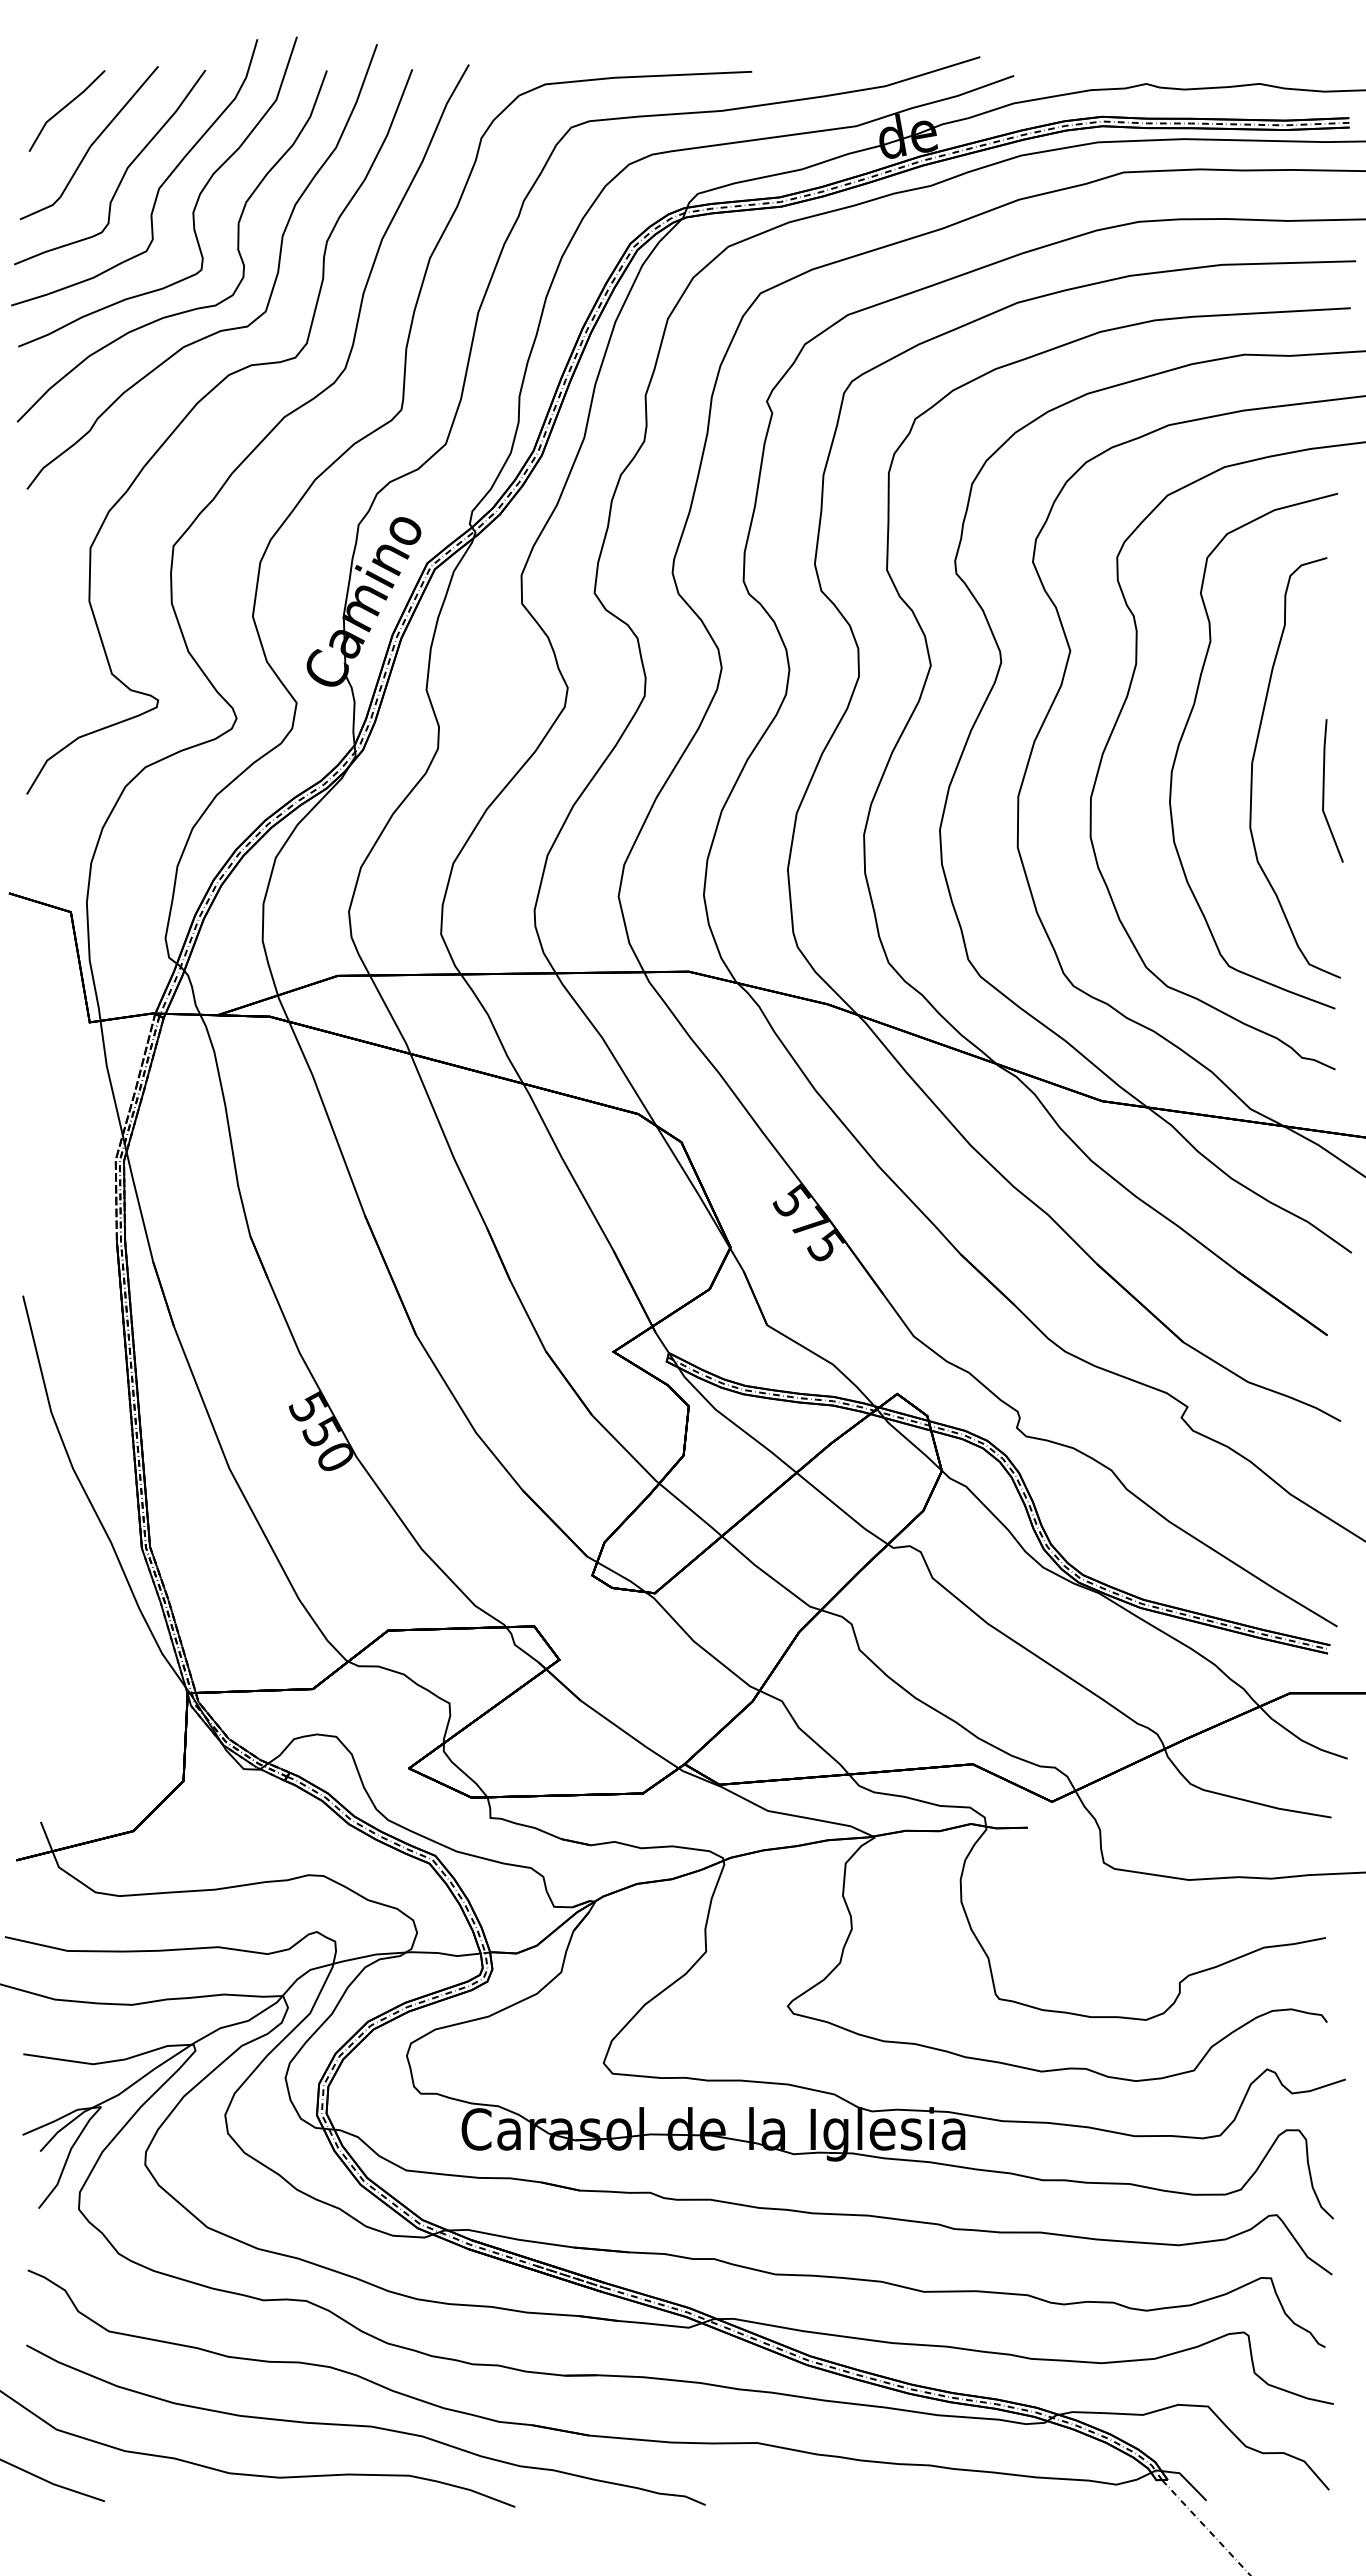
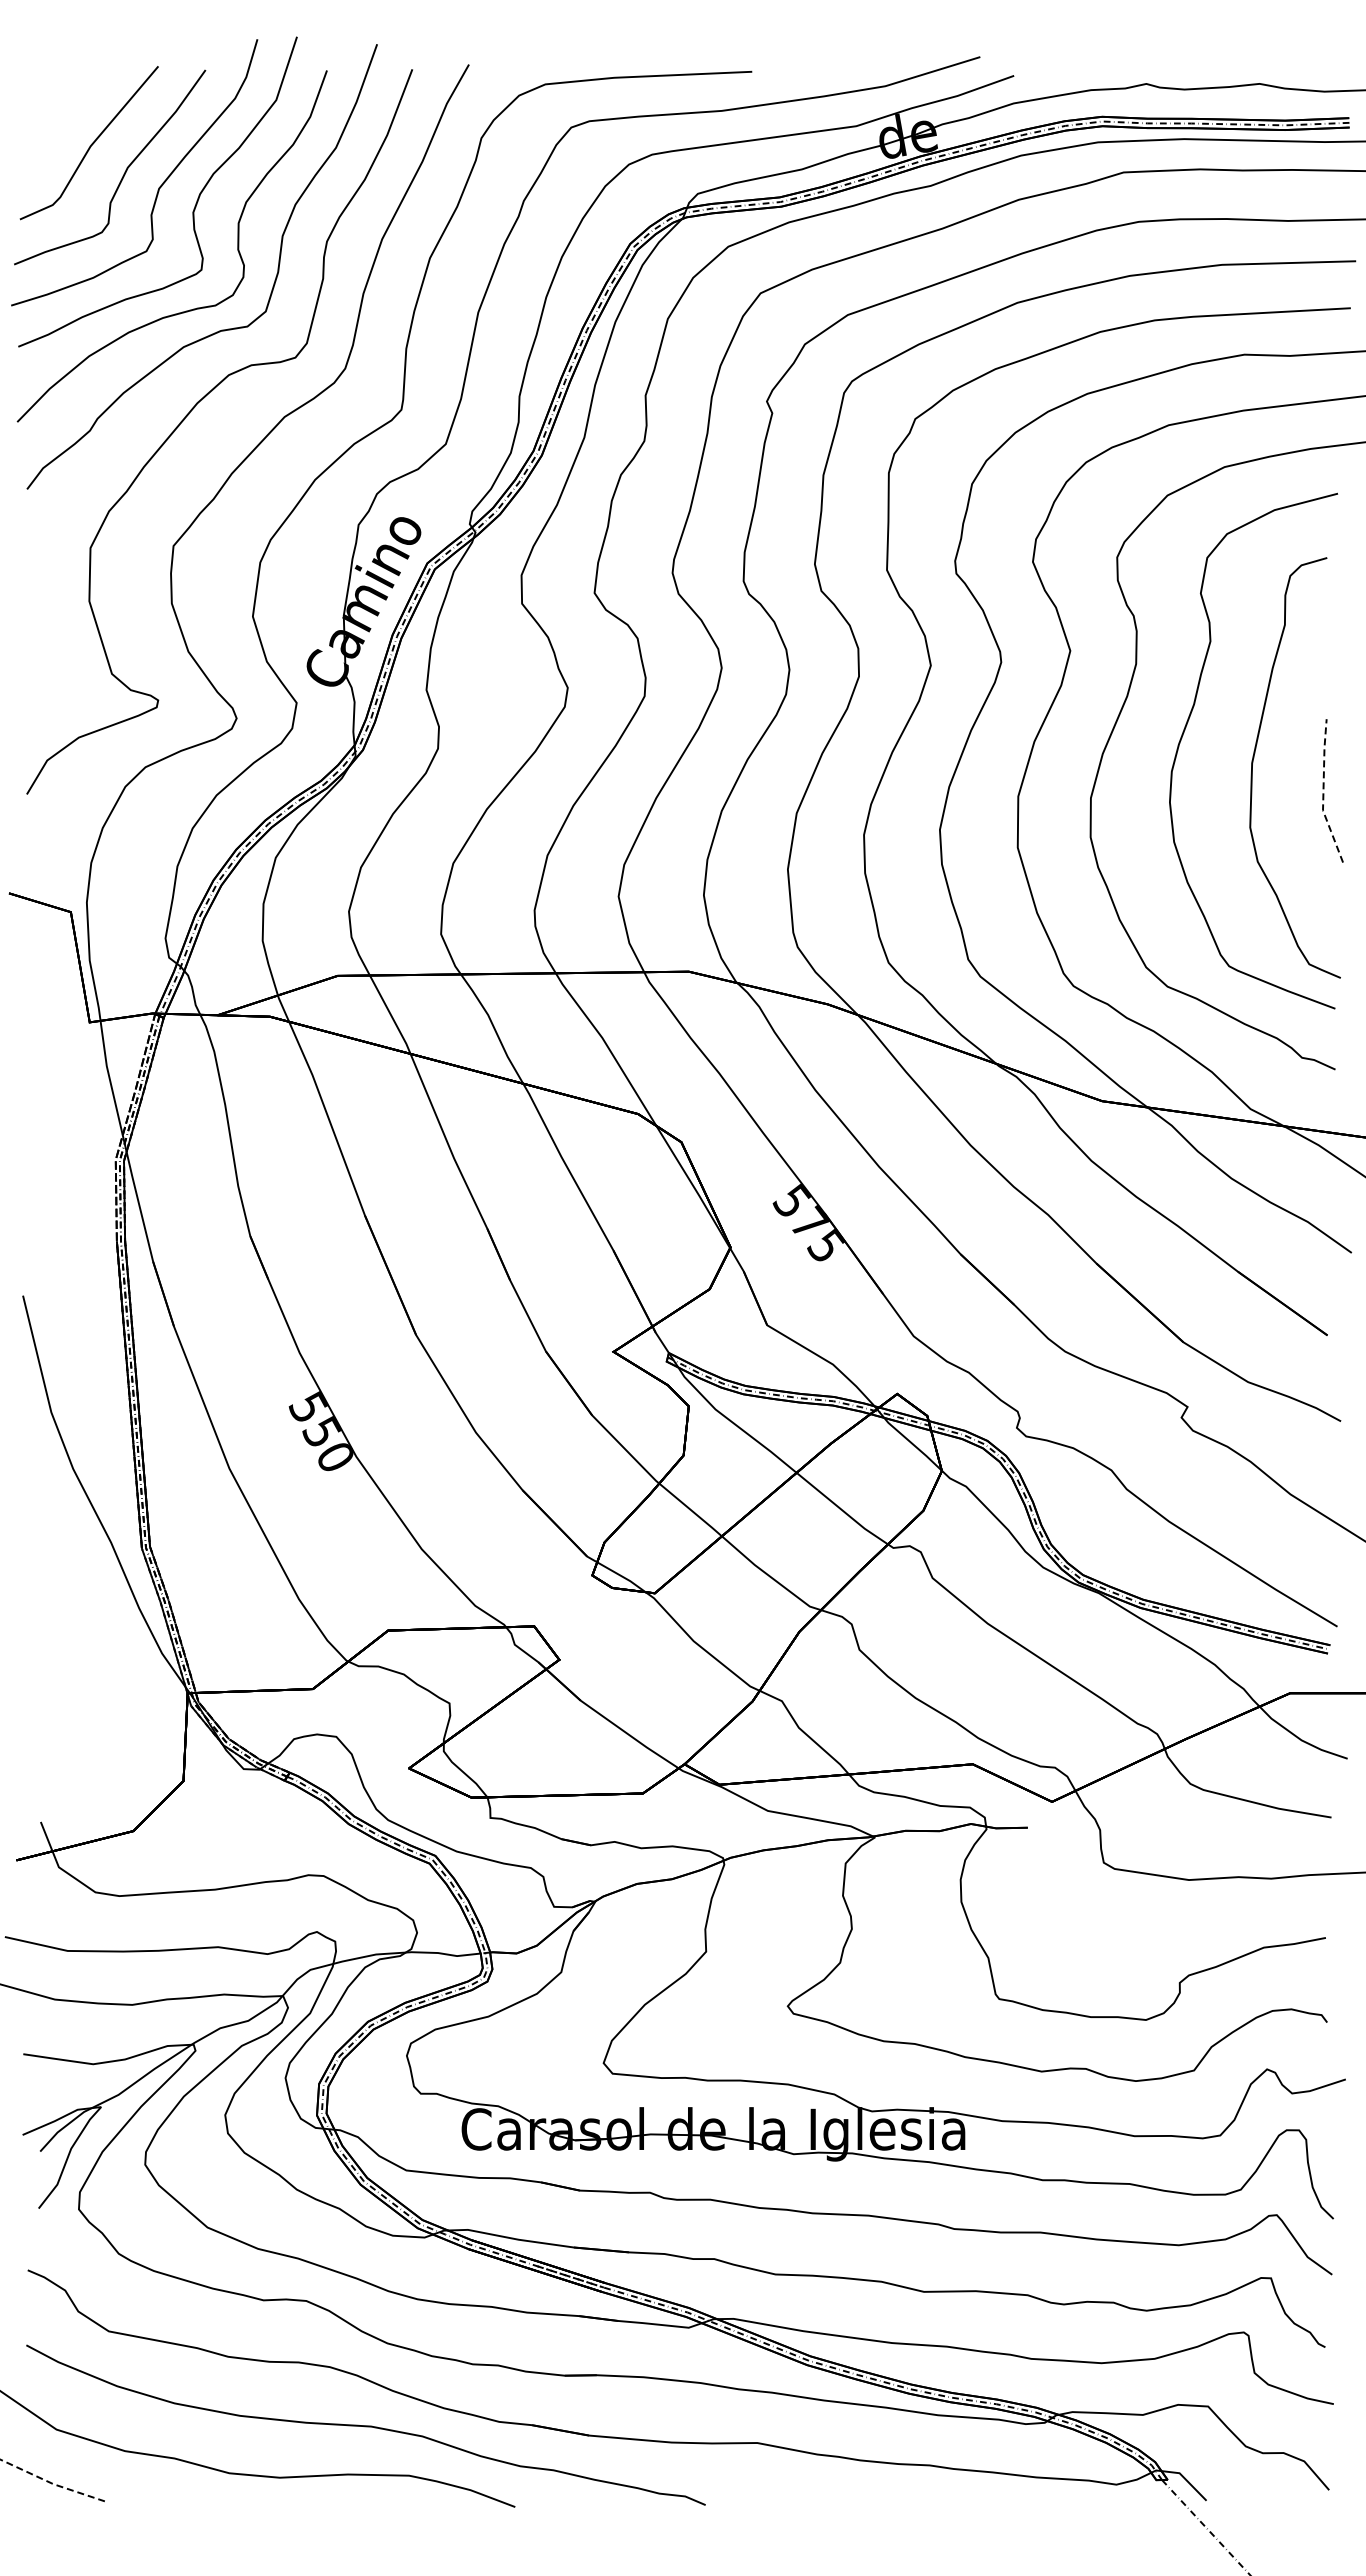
line at (64, 108): present -> none
line at (1323, 792): solid -> dashed
line at (51, 2483): solid -> dashed
